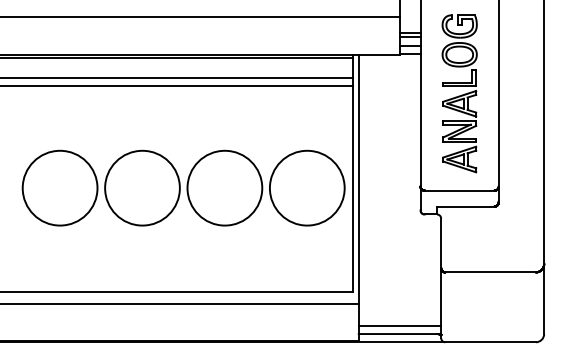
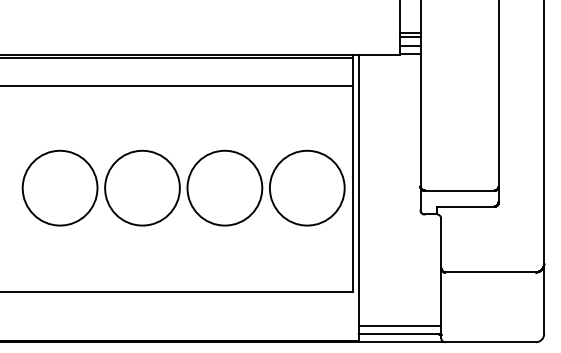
line at (200, 17): present -> none
line at (177, 78): present -> none
part at (459, 93): present -> none
line at (180, 303): present -> none
